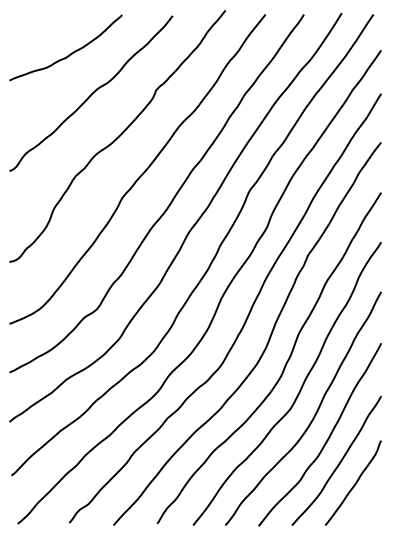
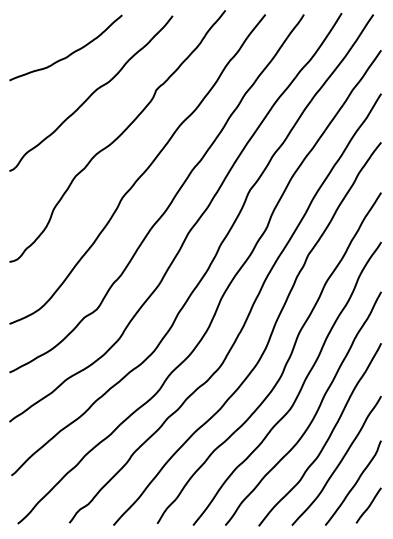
line at (368, 505): none -> present
